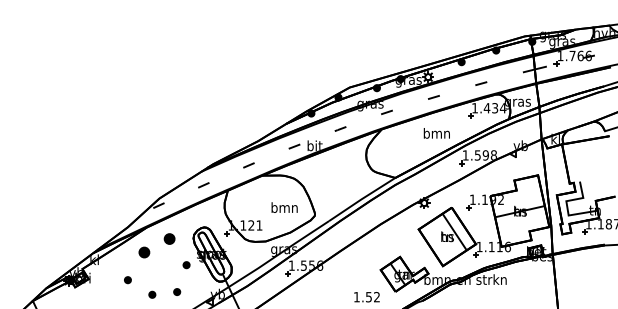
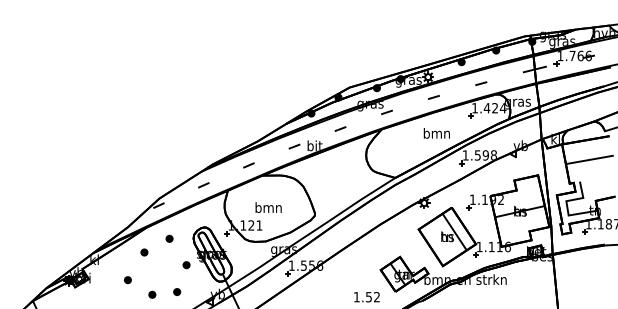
text at (495, 108): 1.434 -> 1.424
line at (589, 159): none -> present
text at (284, 207) position: (284, 207) -> (268, 207)
part at (169, 238) size: 13x12 px -> 9x9 px
part at (144, 252) size: 13x13 px -> 9x9 px
